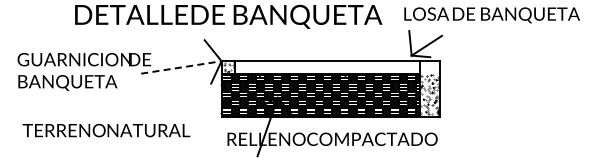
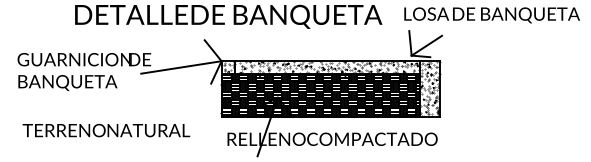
line at (181, 67): dashed -> solid
hatch at (336, 67): none -> present
